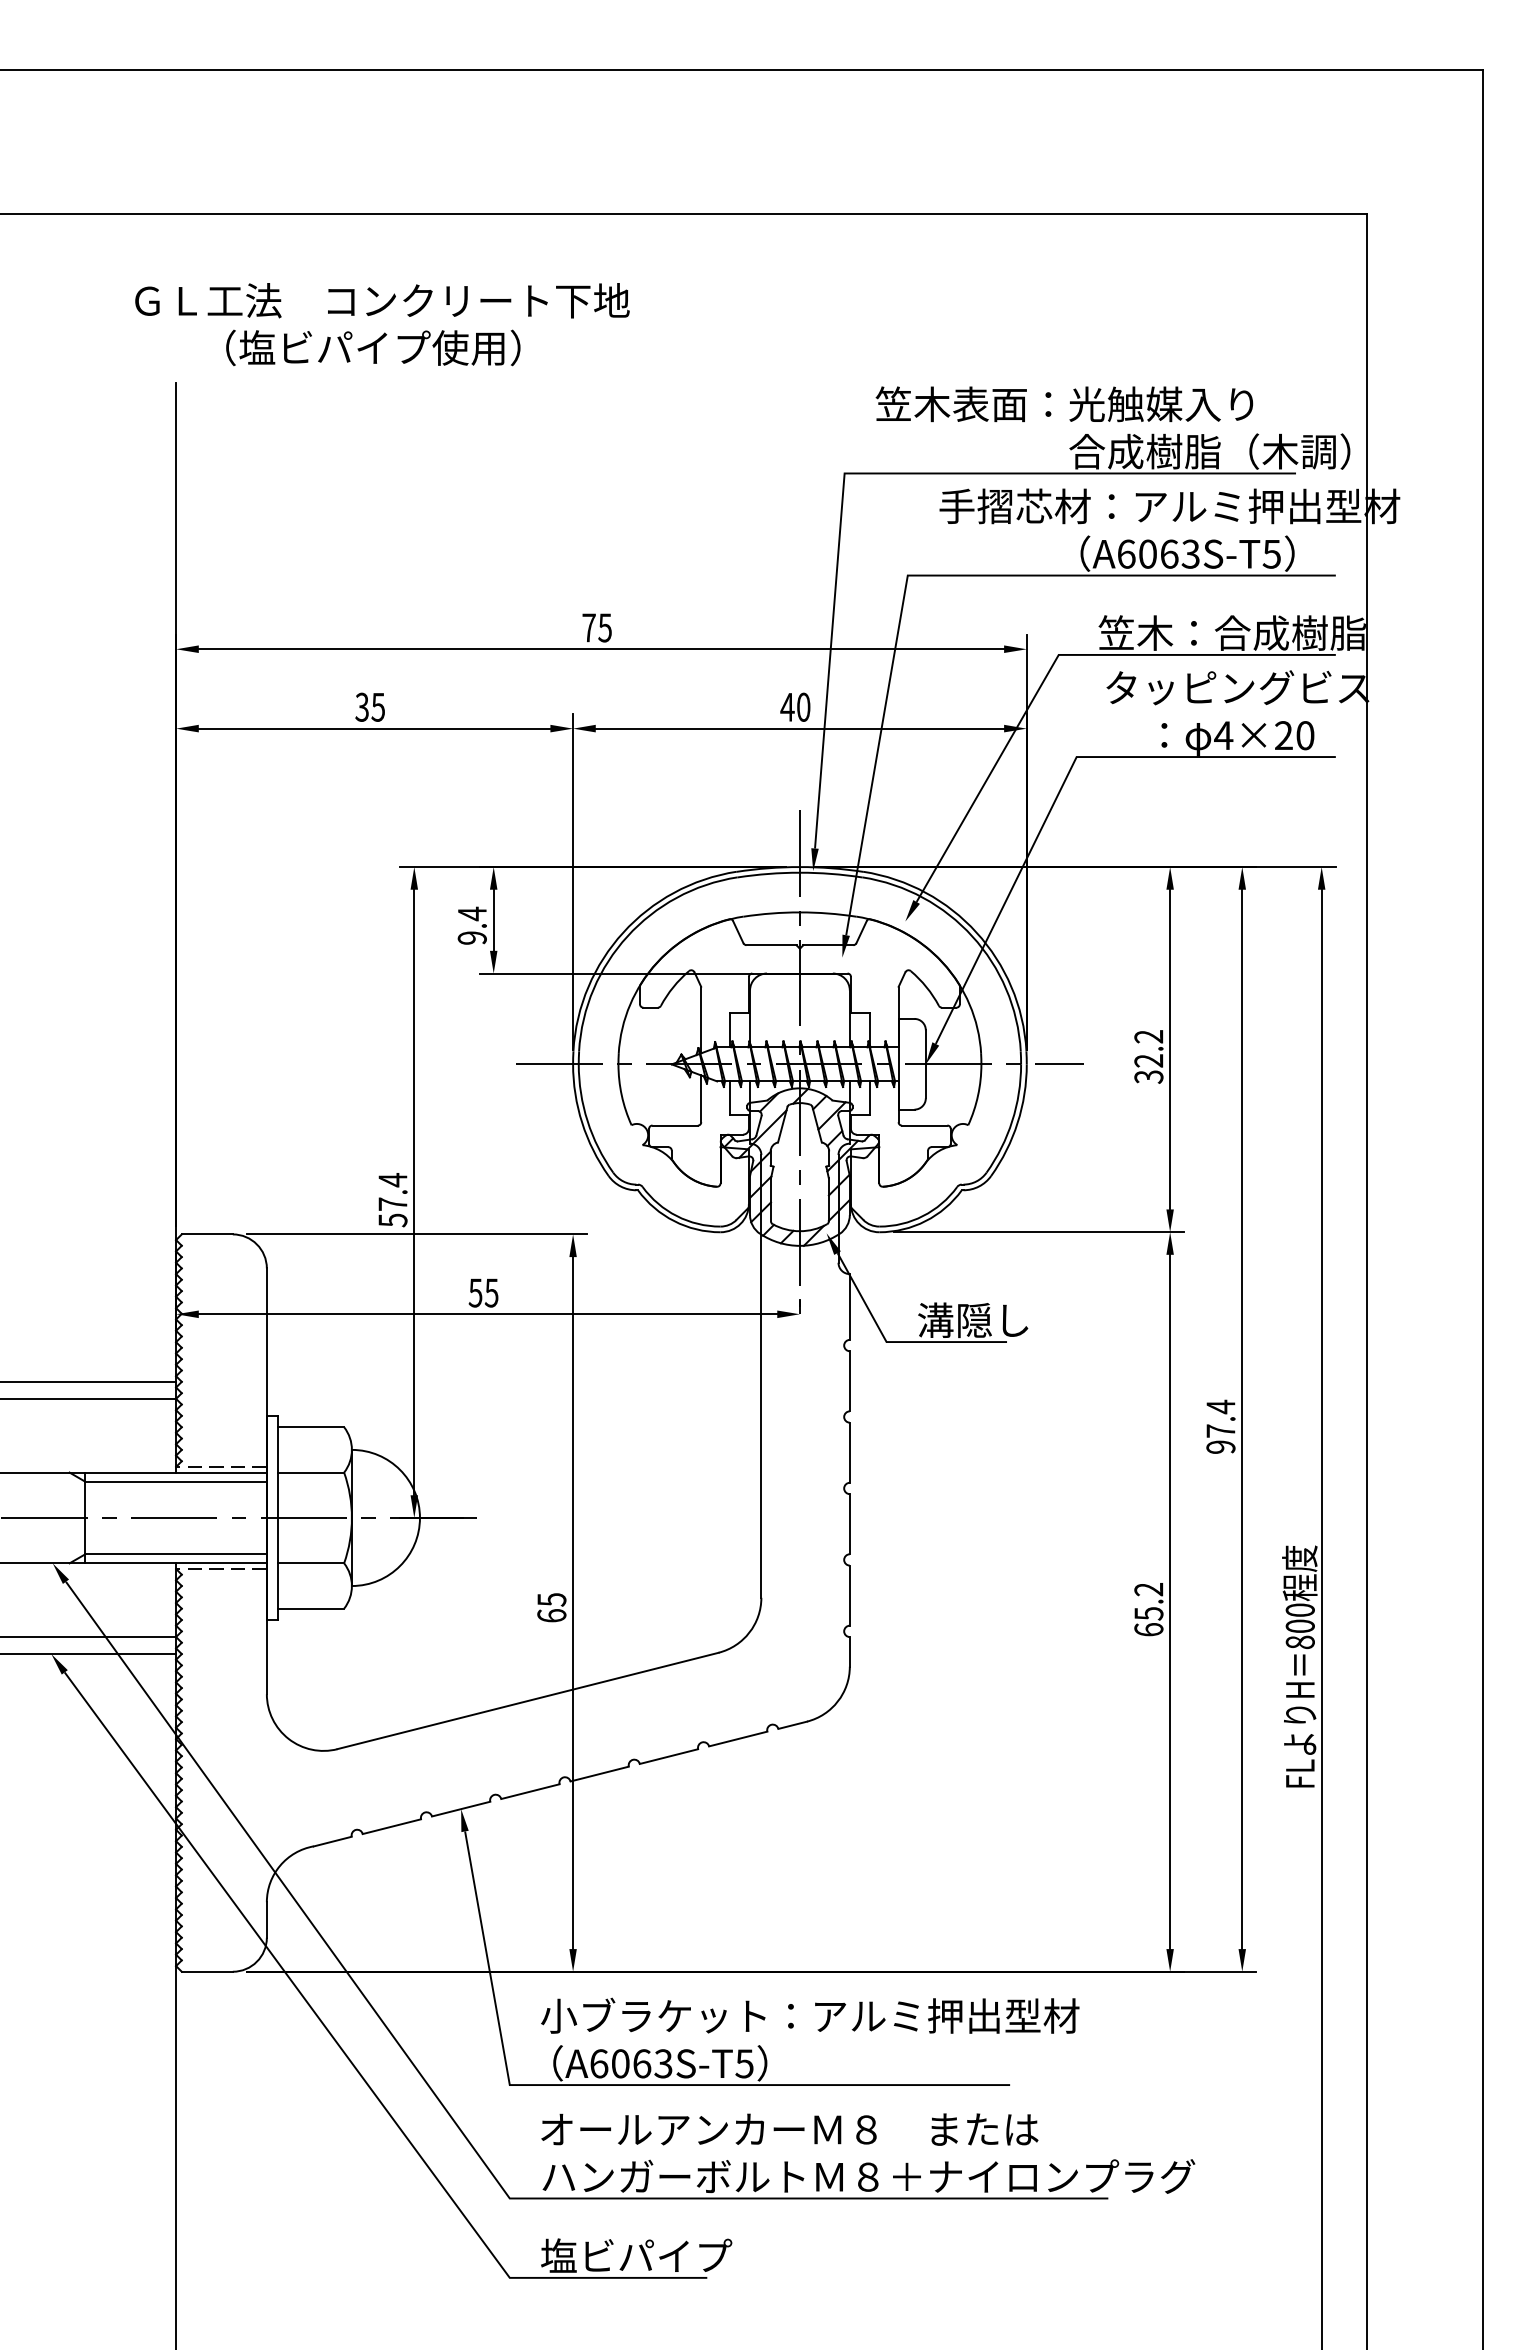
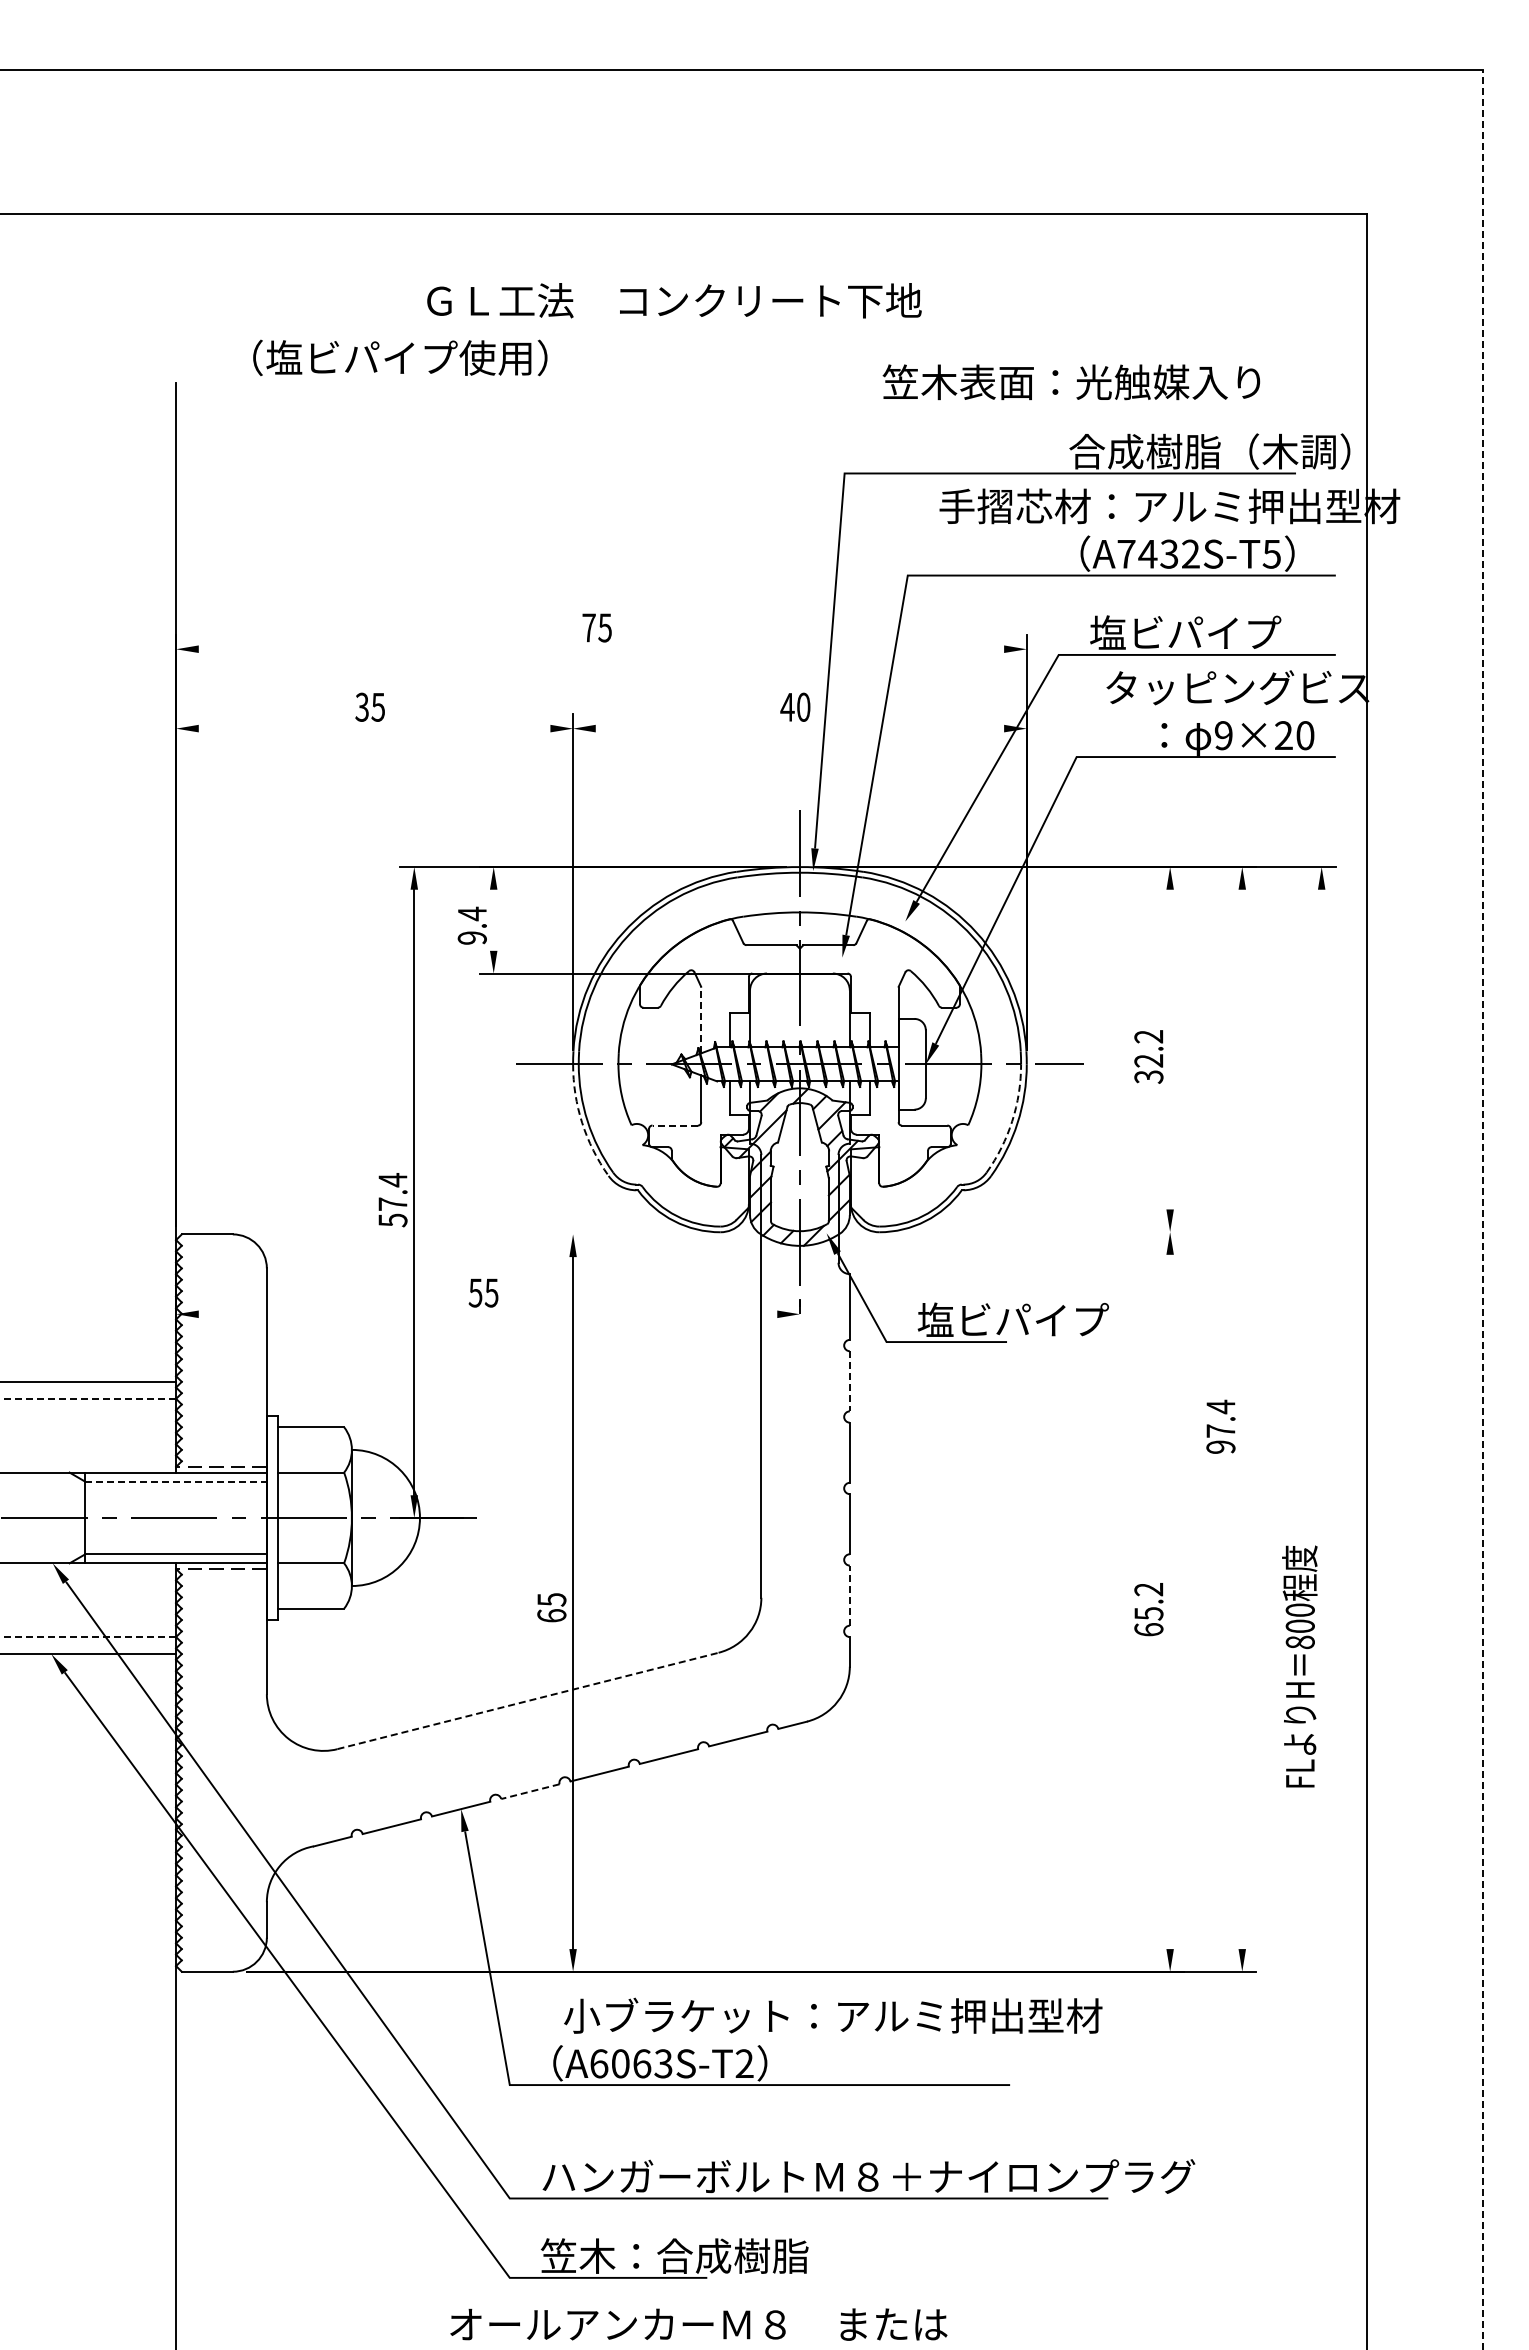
text at (382, 300) position: (382, 300) -> (674, 300)
text at (373, 347) position: (373, 347) -> (400, 357)
text at (1064, 404) position: (1064, 404) -> (1071, 382)
text at (1158, 553): A6063S-T5 -> A7432S-T5
text at (1227, 632): 笠木：合成樹脂 -> 塩ビパイプ
line at (601, 649): present -> none
line at (374, 728): present -> none
line at (799, 728): present -> none
text at (1223, 735): 4×20 -> 9×20
line at (493, 919): present -> none
line at (701, 1020): solid -> dashed
line at (1170, 1049): present -> none
arc at (1012, 1121): solid -> dashed
arc at (582, 1122): solid -> dashed
line at (675, 1125): solid -> dashed
line at (1483, 1209): solid -> dashed
line at (1038, 1232): present -> none
line at (417, 1234): present -> none
line at (487, 1314): present -> none
text at (1012, 1320): 溝隠し -> 塩ビパイプ
line at (849, 1381): solid -> dashed
line at (88, 1398): solid -> dashed
line at (1242, 1419): present -> none
line at (176, 1481): solid -> dashed
line at (849, 1595): solid -> dashed
line at (1170, 1601): present -> none
line at (1321, 1617): present -> none
line at (88, 1637): solid -> dashed
line at (528, 1700): solid -> dashed
line at (529, 1791): solid -> dashed
text at (810, 2015) position: (810, 2015) -> (833, 2015)
text at (744, 2063): A6063S-T5 -> A6063S-T2
text at (789, 2129) position: (789, 2129) -> (698, 2324)
text at (674, 2255): 塩ビパイプ -> 笠木：合成樹脂
